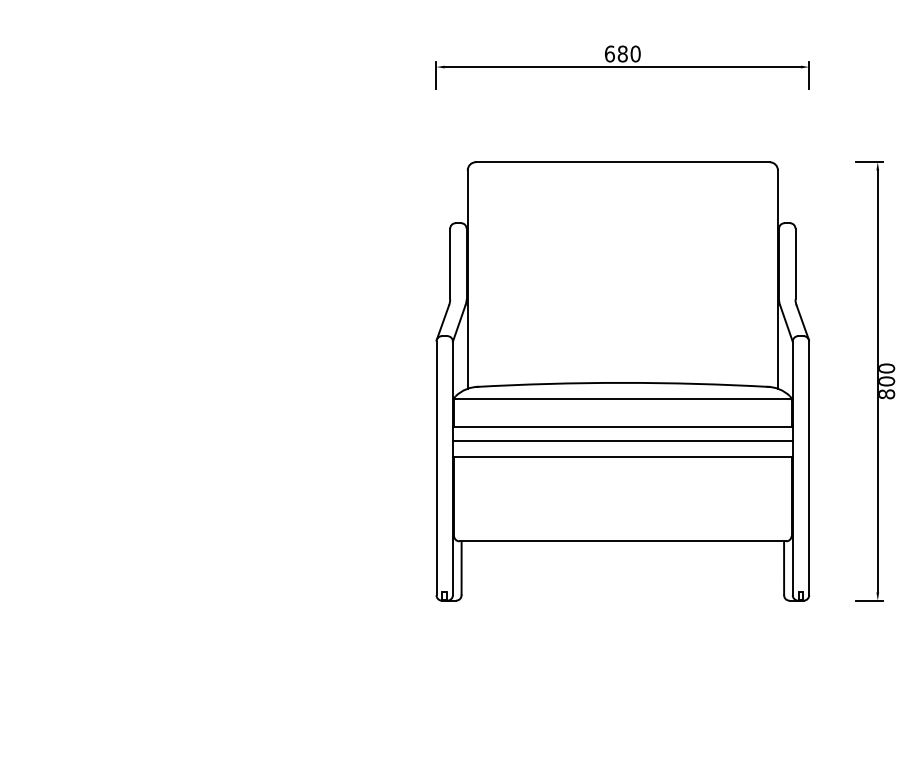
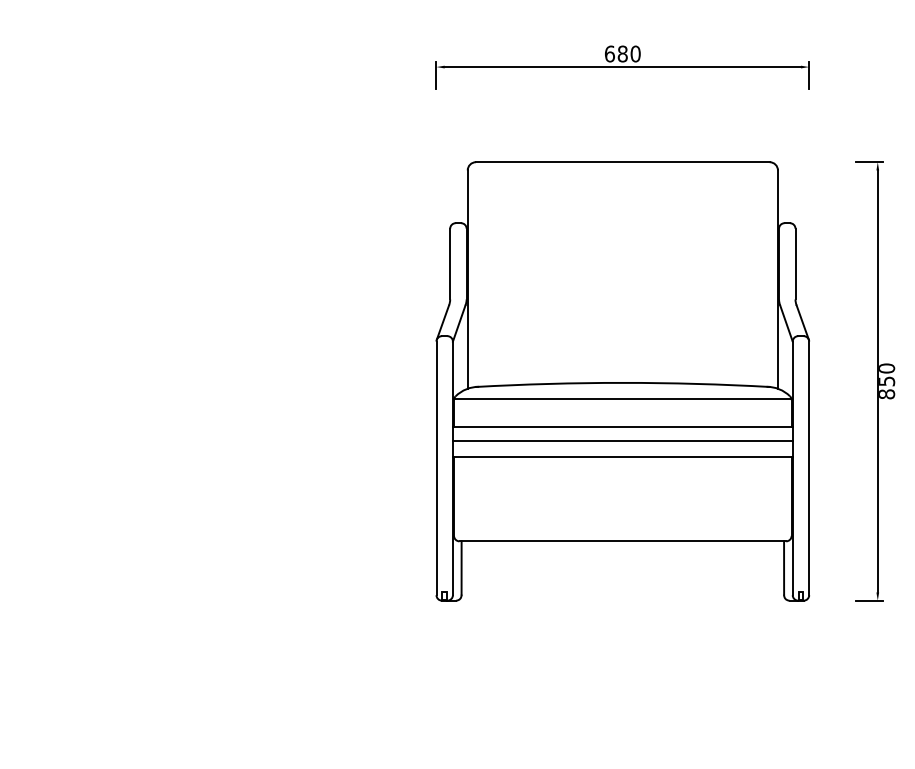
text at (887, 381): 800 -> 850
